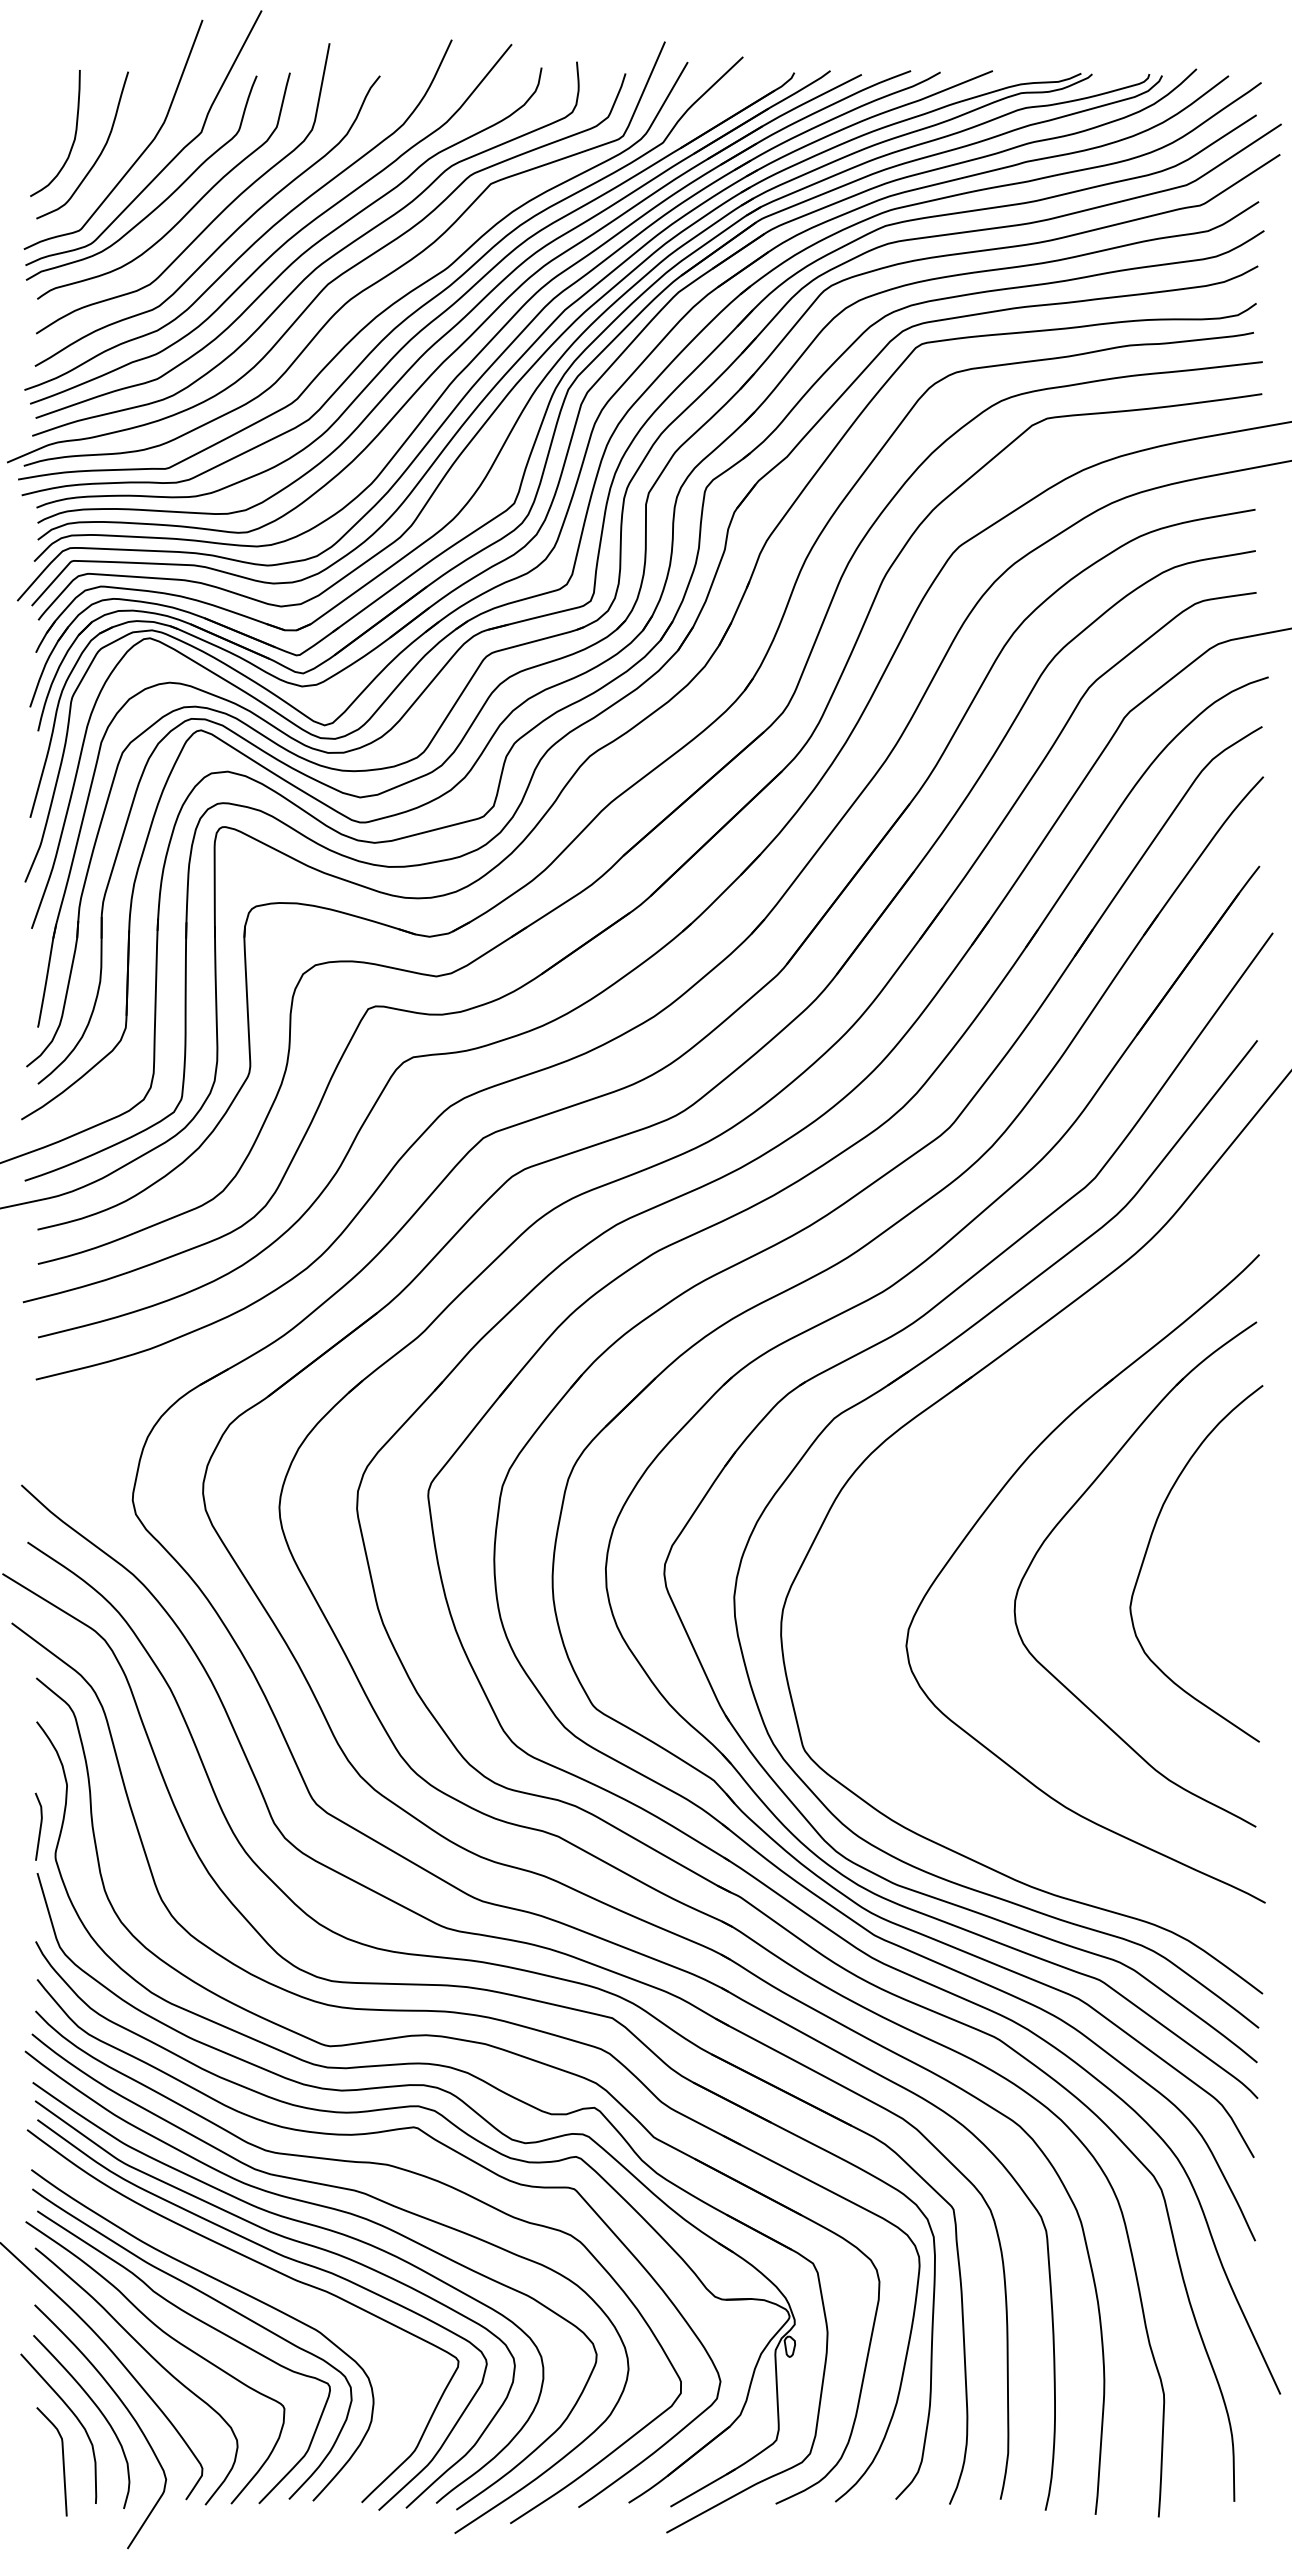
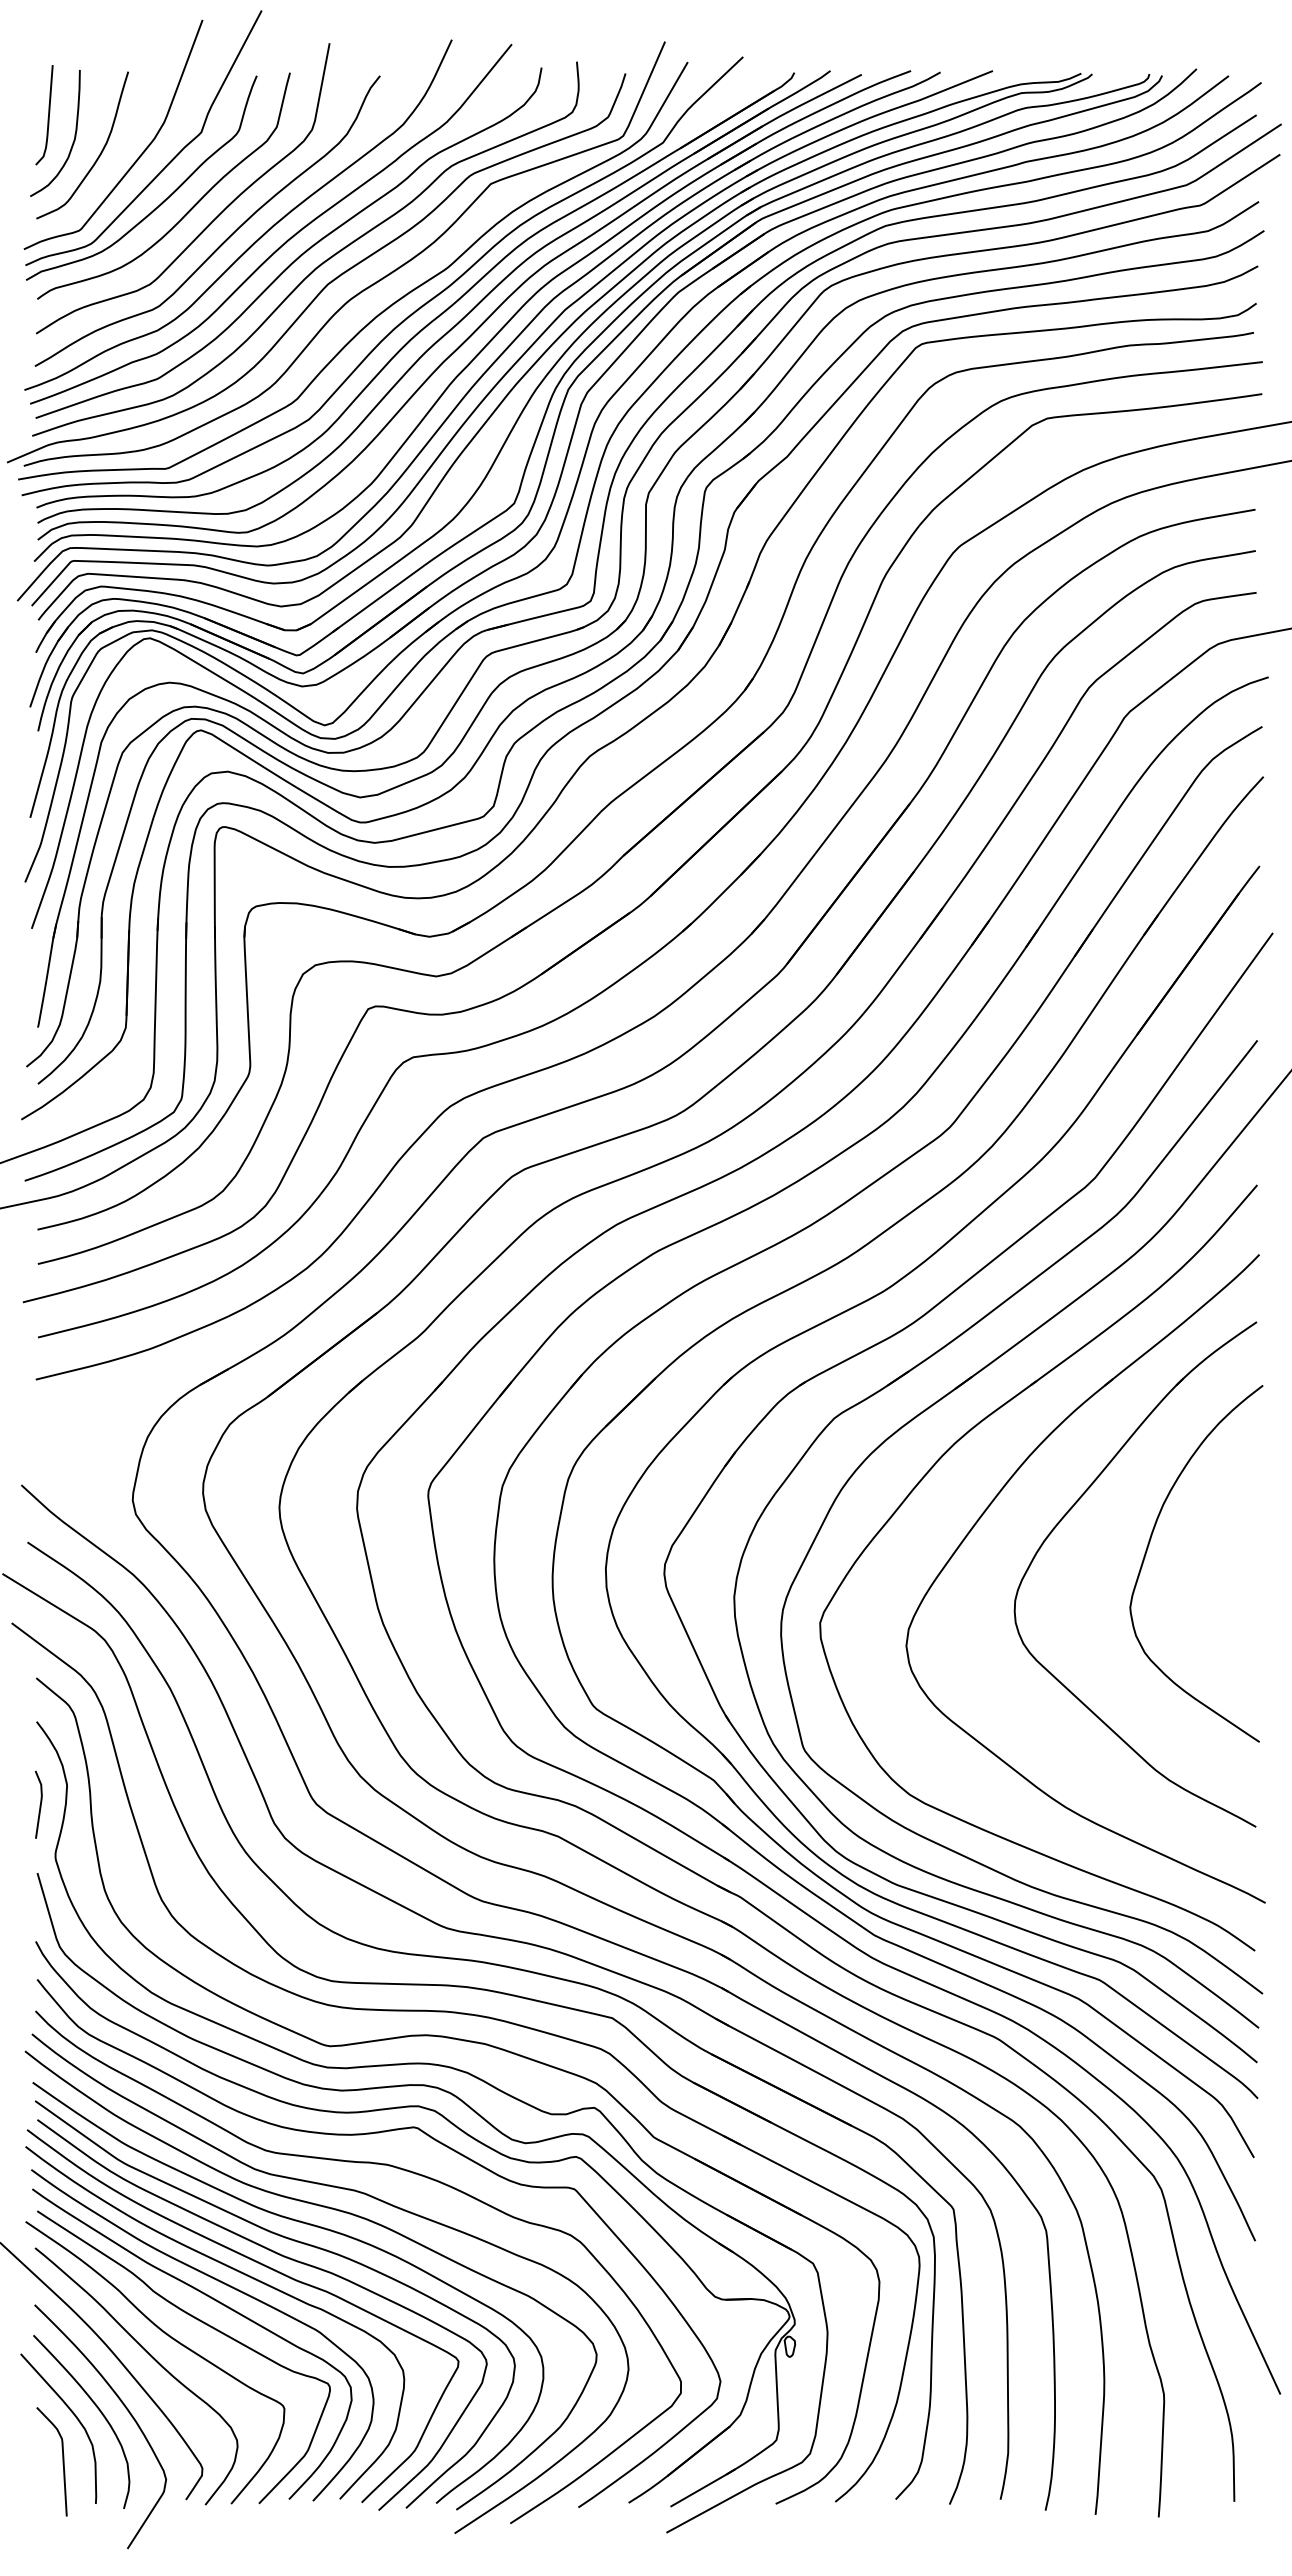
curve at (47, 117): none -> present
part at (928, 1473): none -> present
line at (39, 1826) position: (39, 1826) -> (39, 1804)
curve at (240, 2273): none -> present
